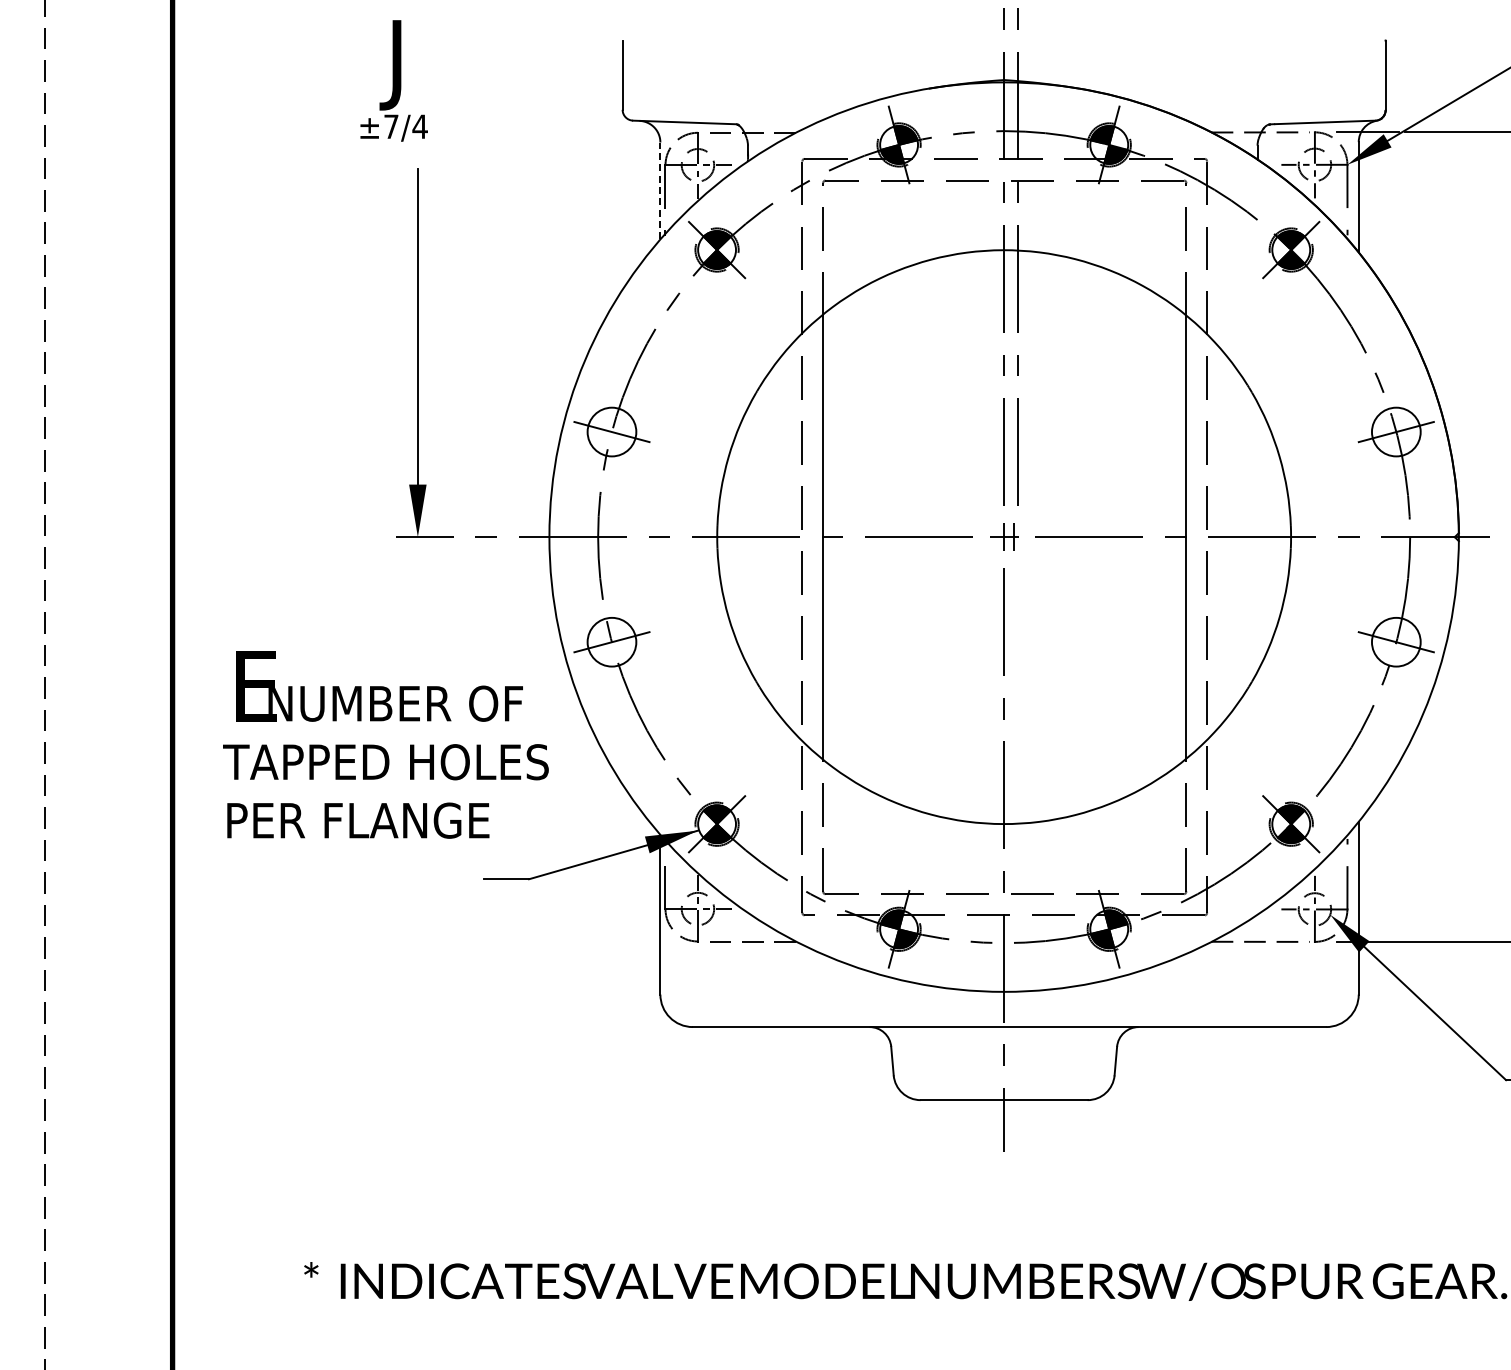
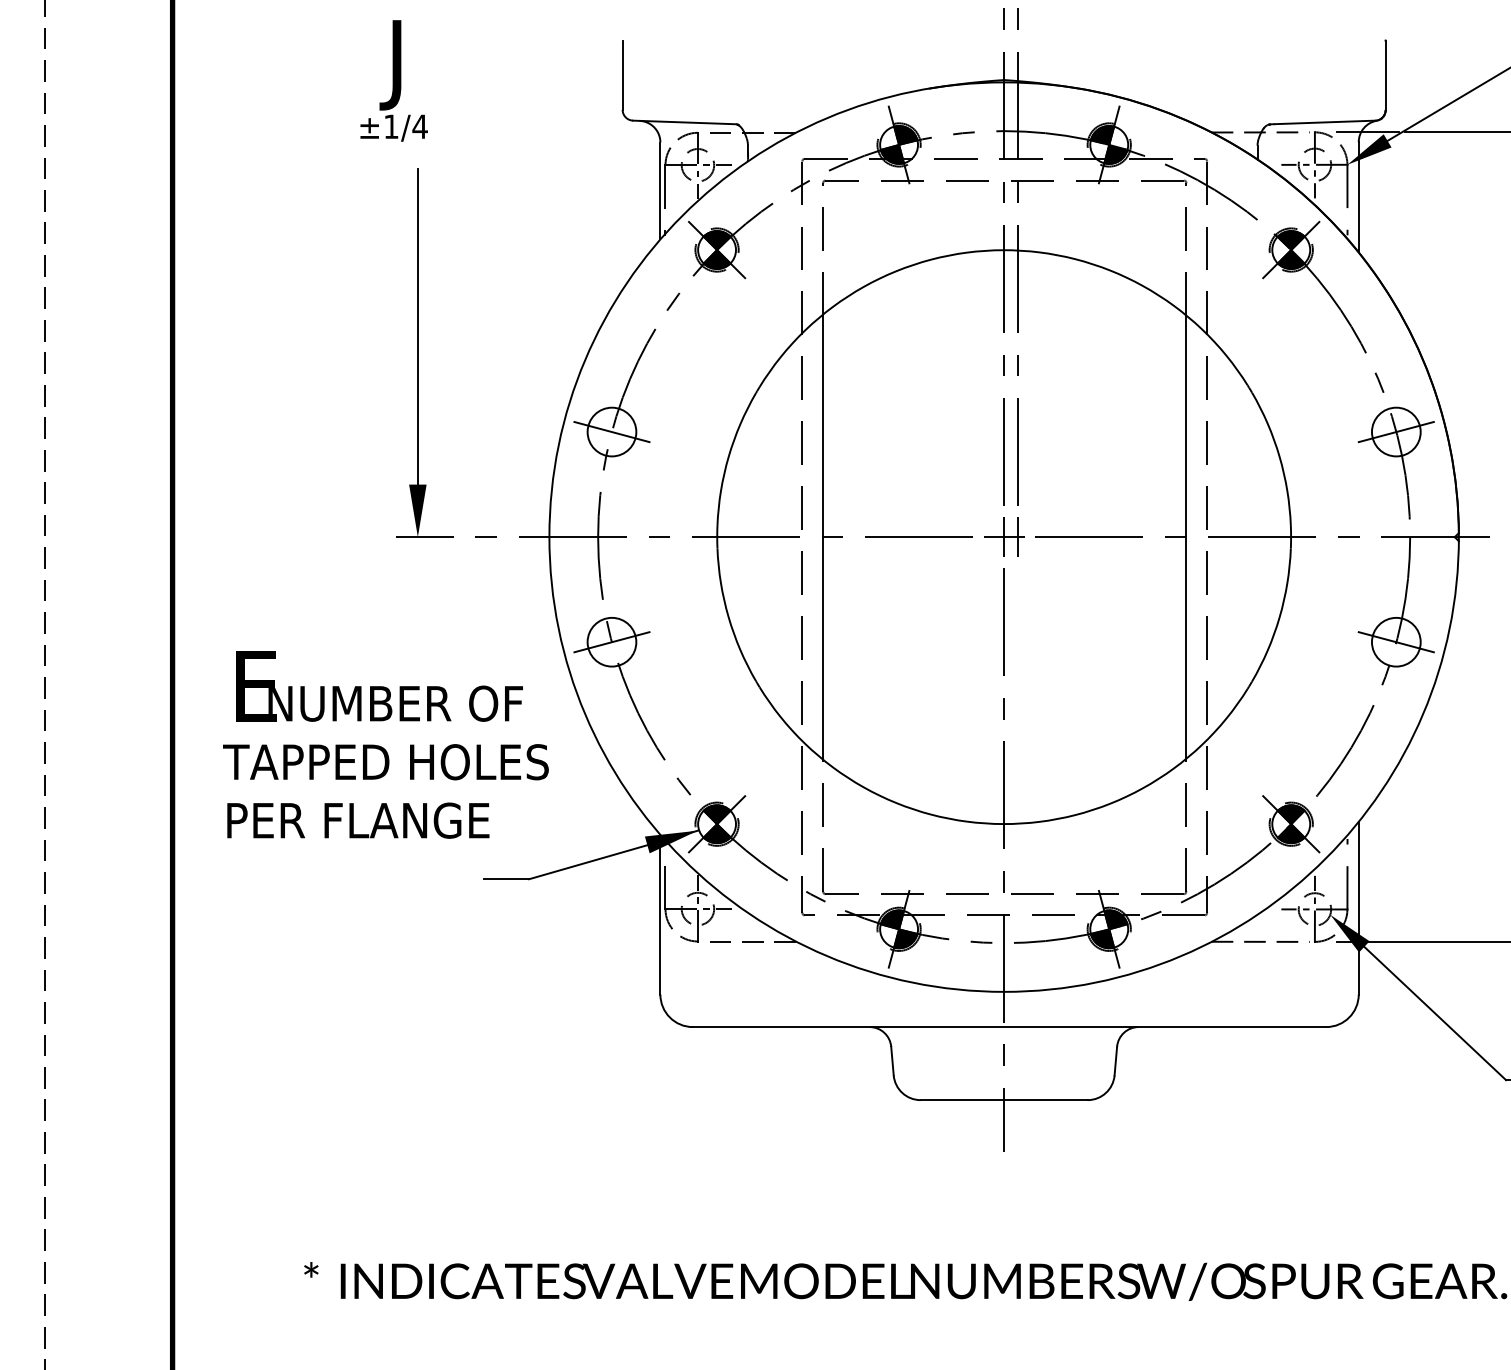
text at (391, 126): ±7/4 -> ±1/4
line at (660, 190): dashed -> solid
part at (1004, 536) size: 29x28 px -> 41x40 px
